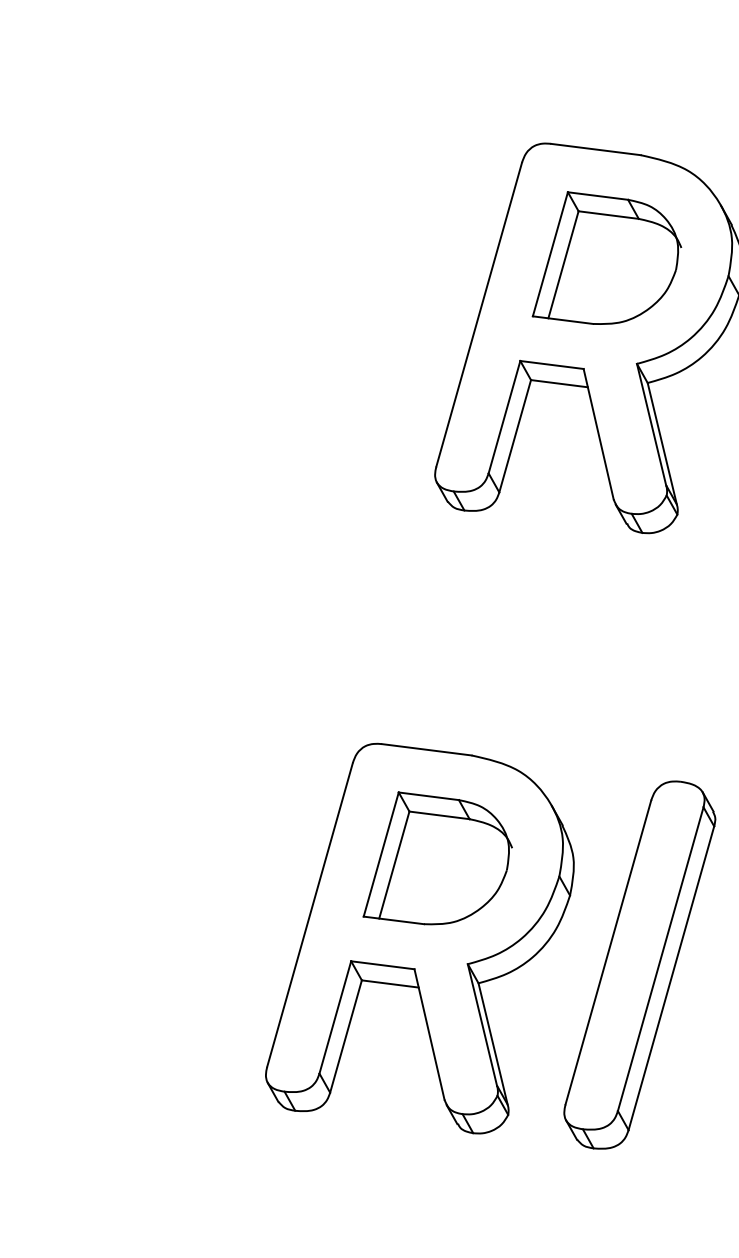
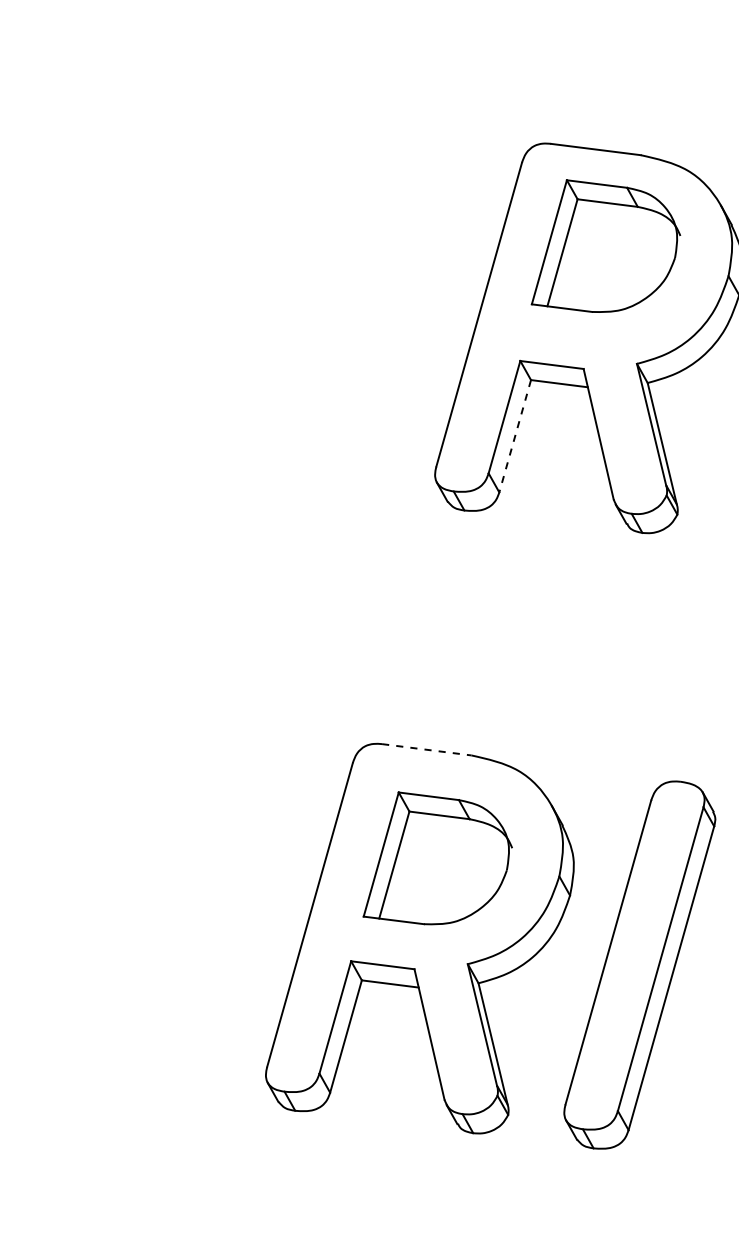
part at (606, 257) position: (606, 257) -> (605, 245)
line at (515, 436): solid -> dashed
line at (427, 749): solid -> dashed
